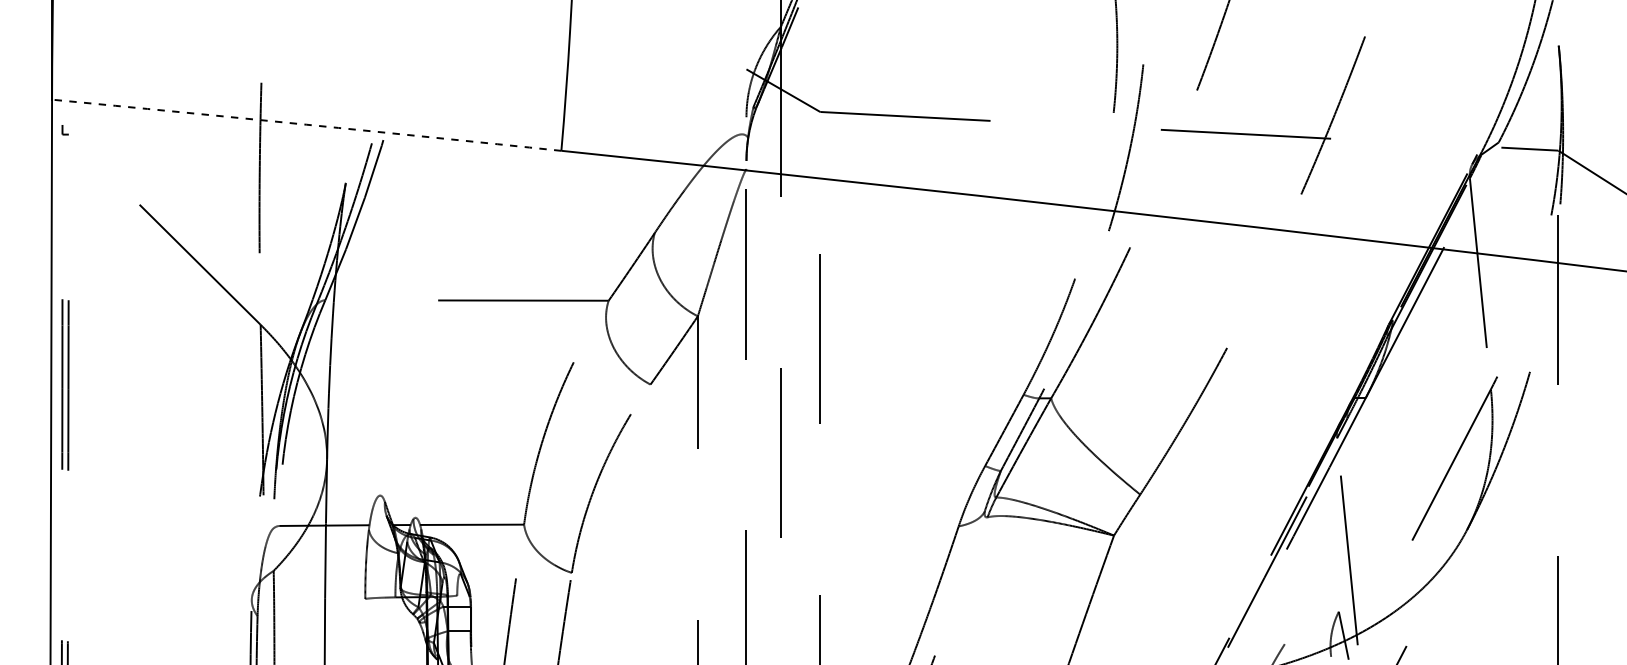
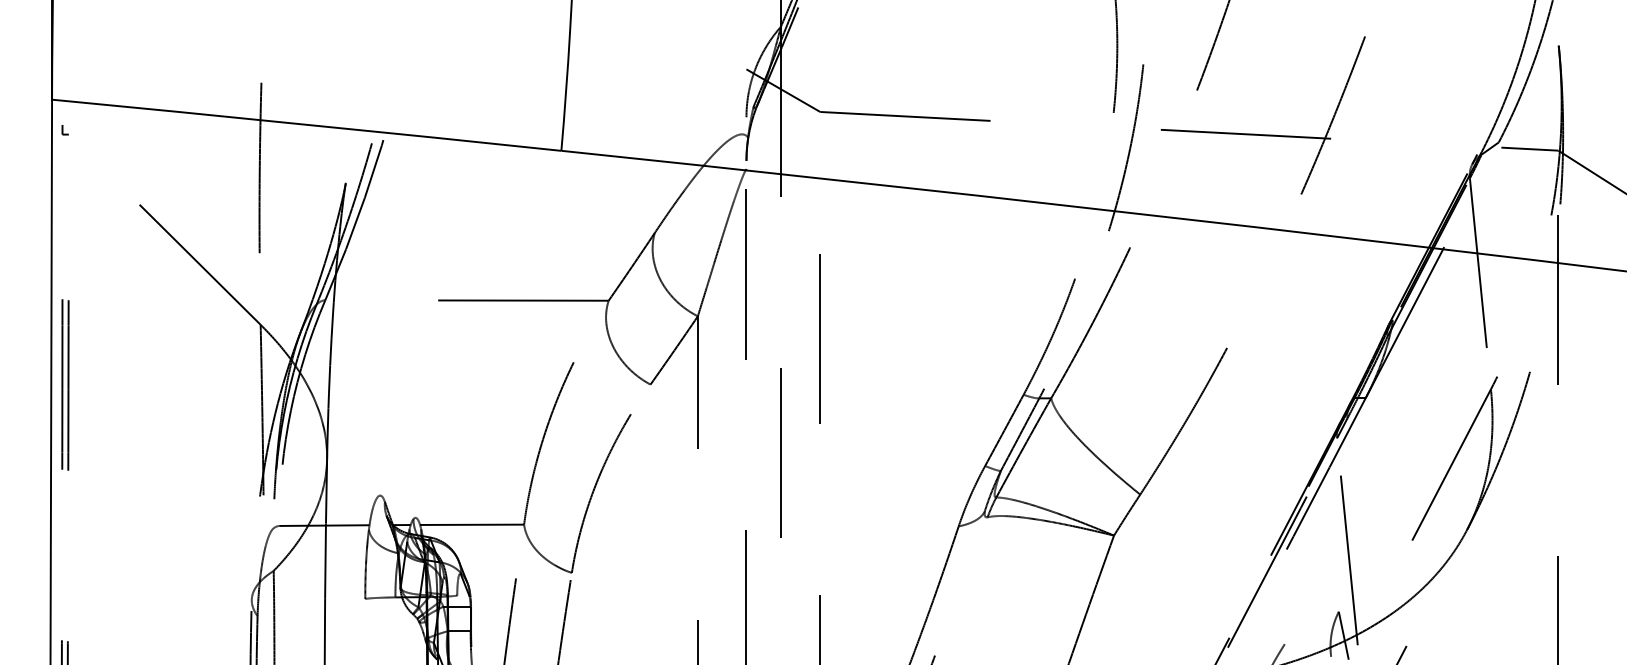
arc at (306, 124): dashed -> solid
